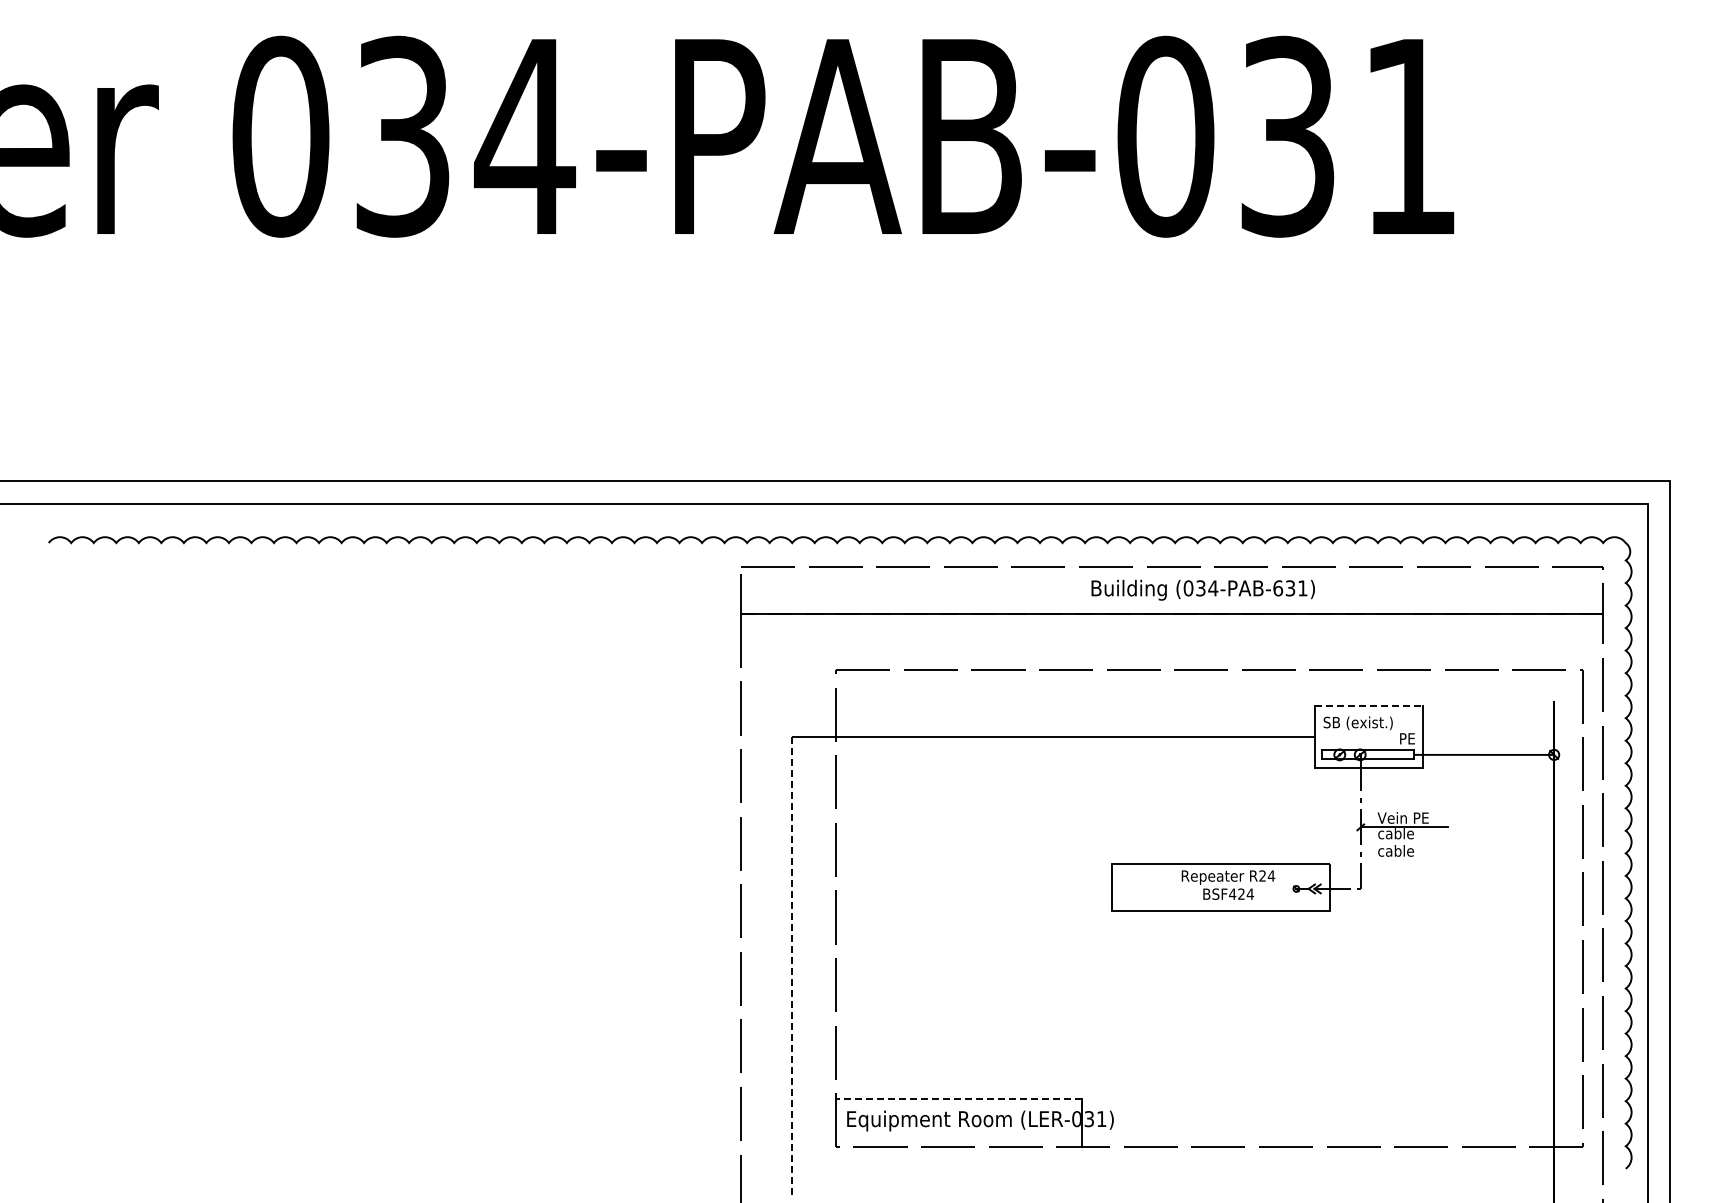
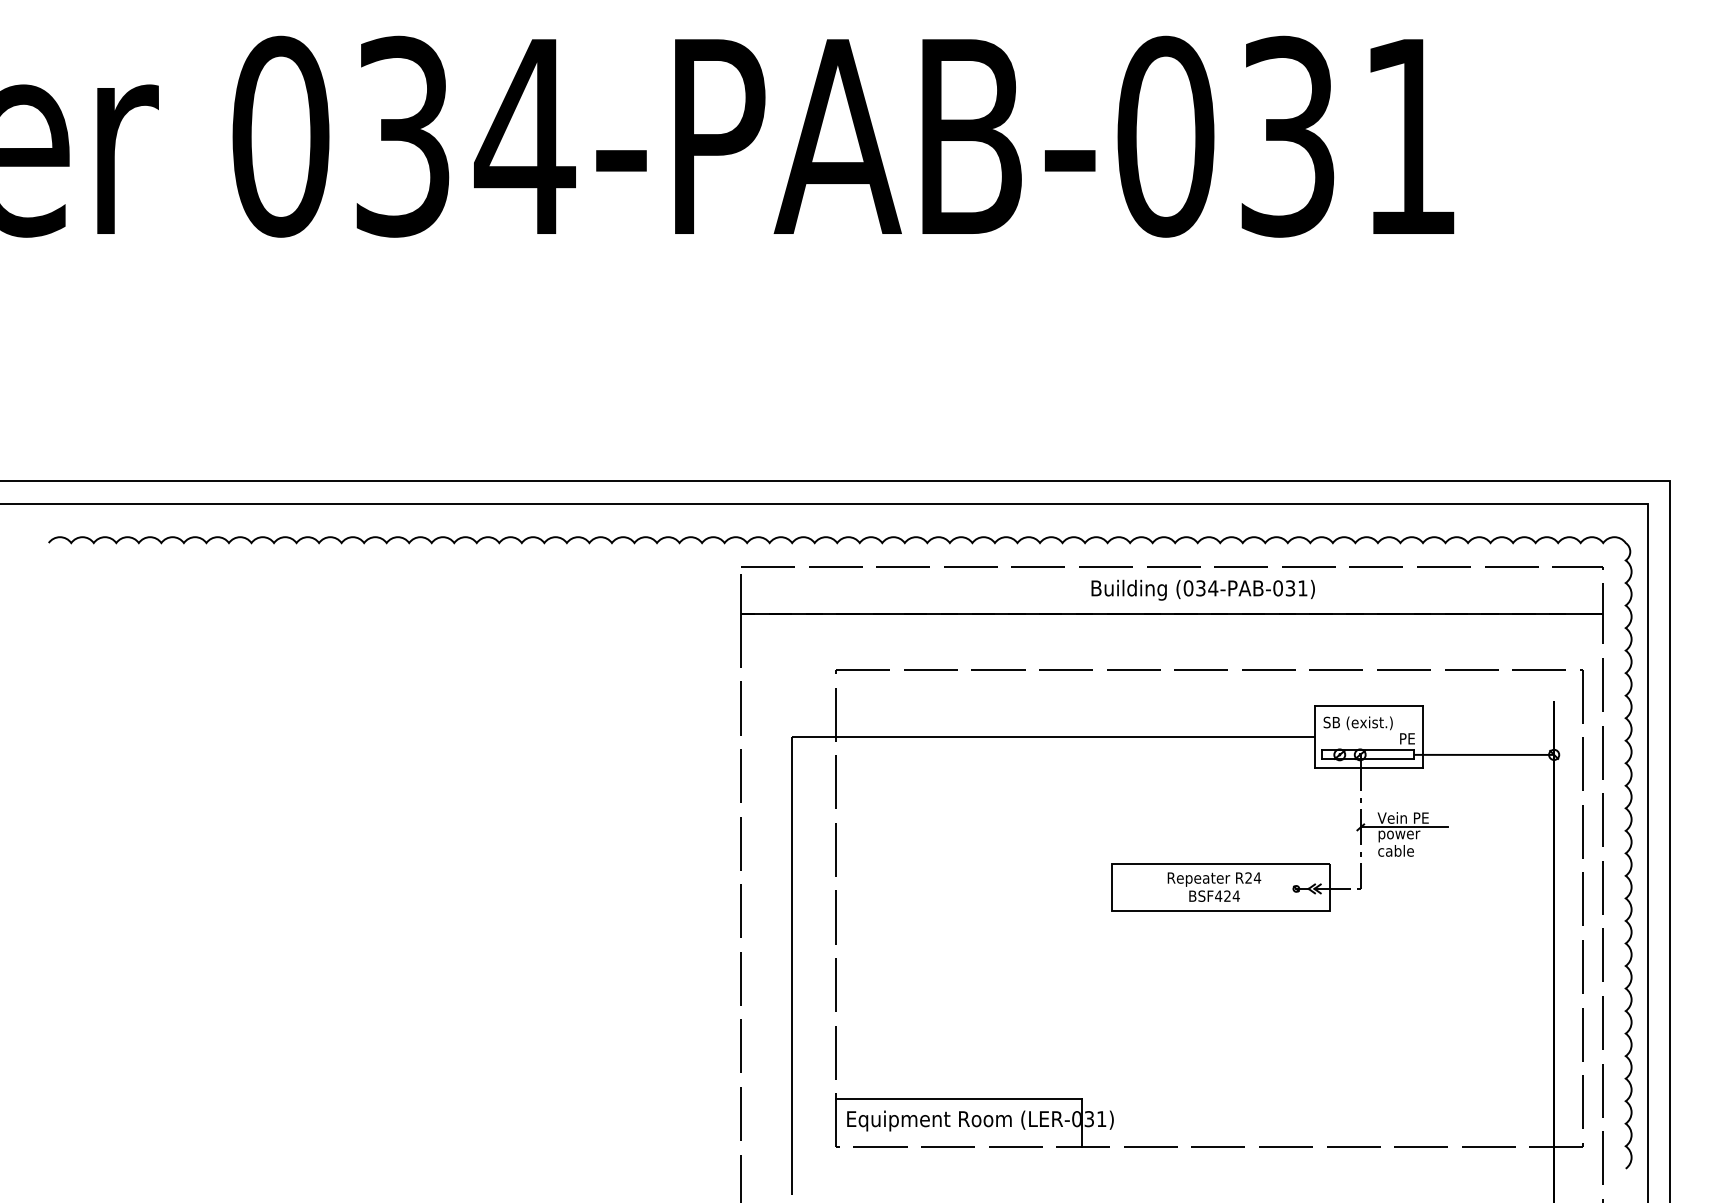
text at (1278, 588): (034-PAB-631) -> (034-PAB-031)
line at (1369, 706): dashed -> solid
text at (1399, 835): cable -> power
text at (1228, 884) position: (1228, 884) -> (1214, 886)
line at (792, 965): dashed -> solid
line at (959, 1098): dashed -> solid
